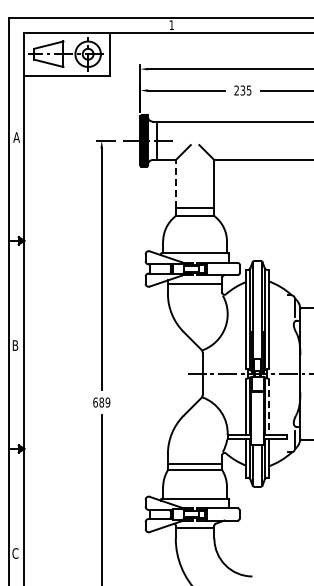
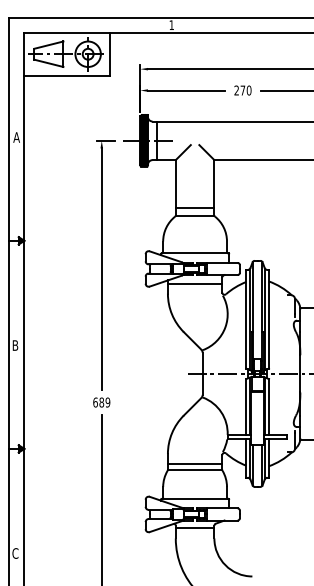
text at (245, 90): 235 -> 270
line at (175, 183): dashed -> solid
line at (269, 407): dashed -> solid
